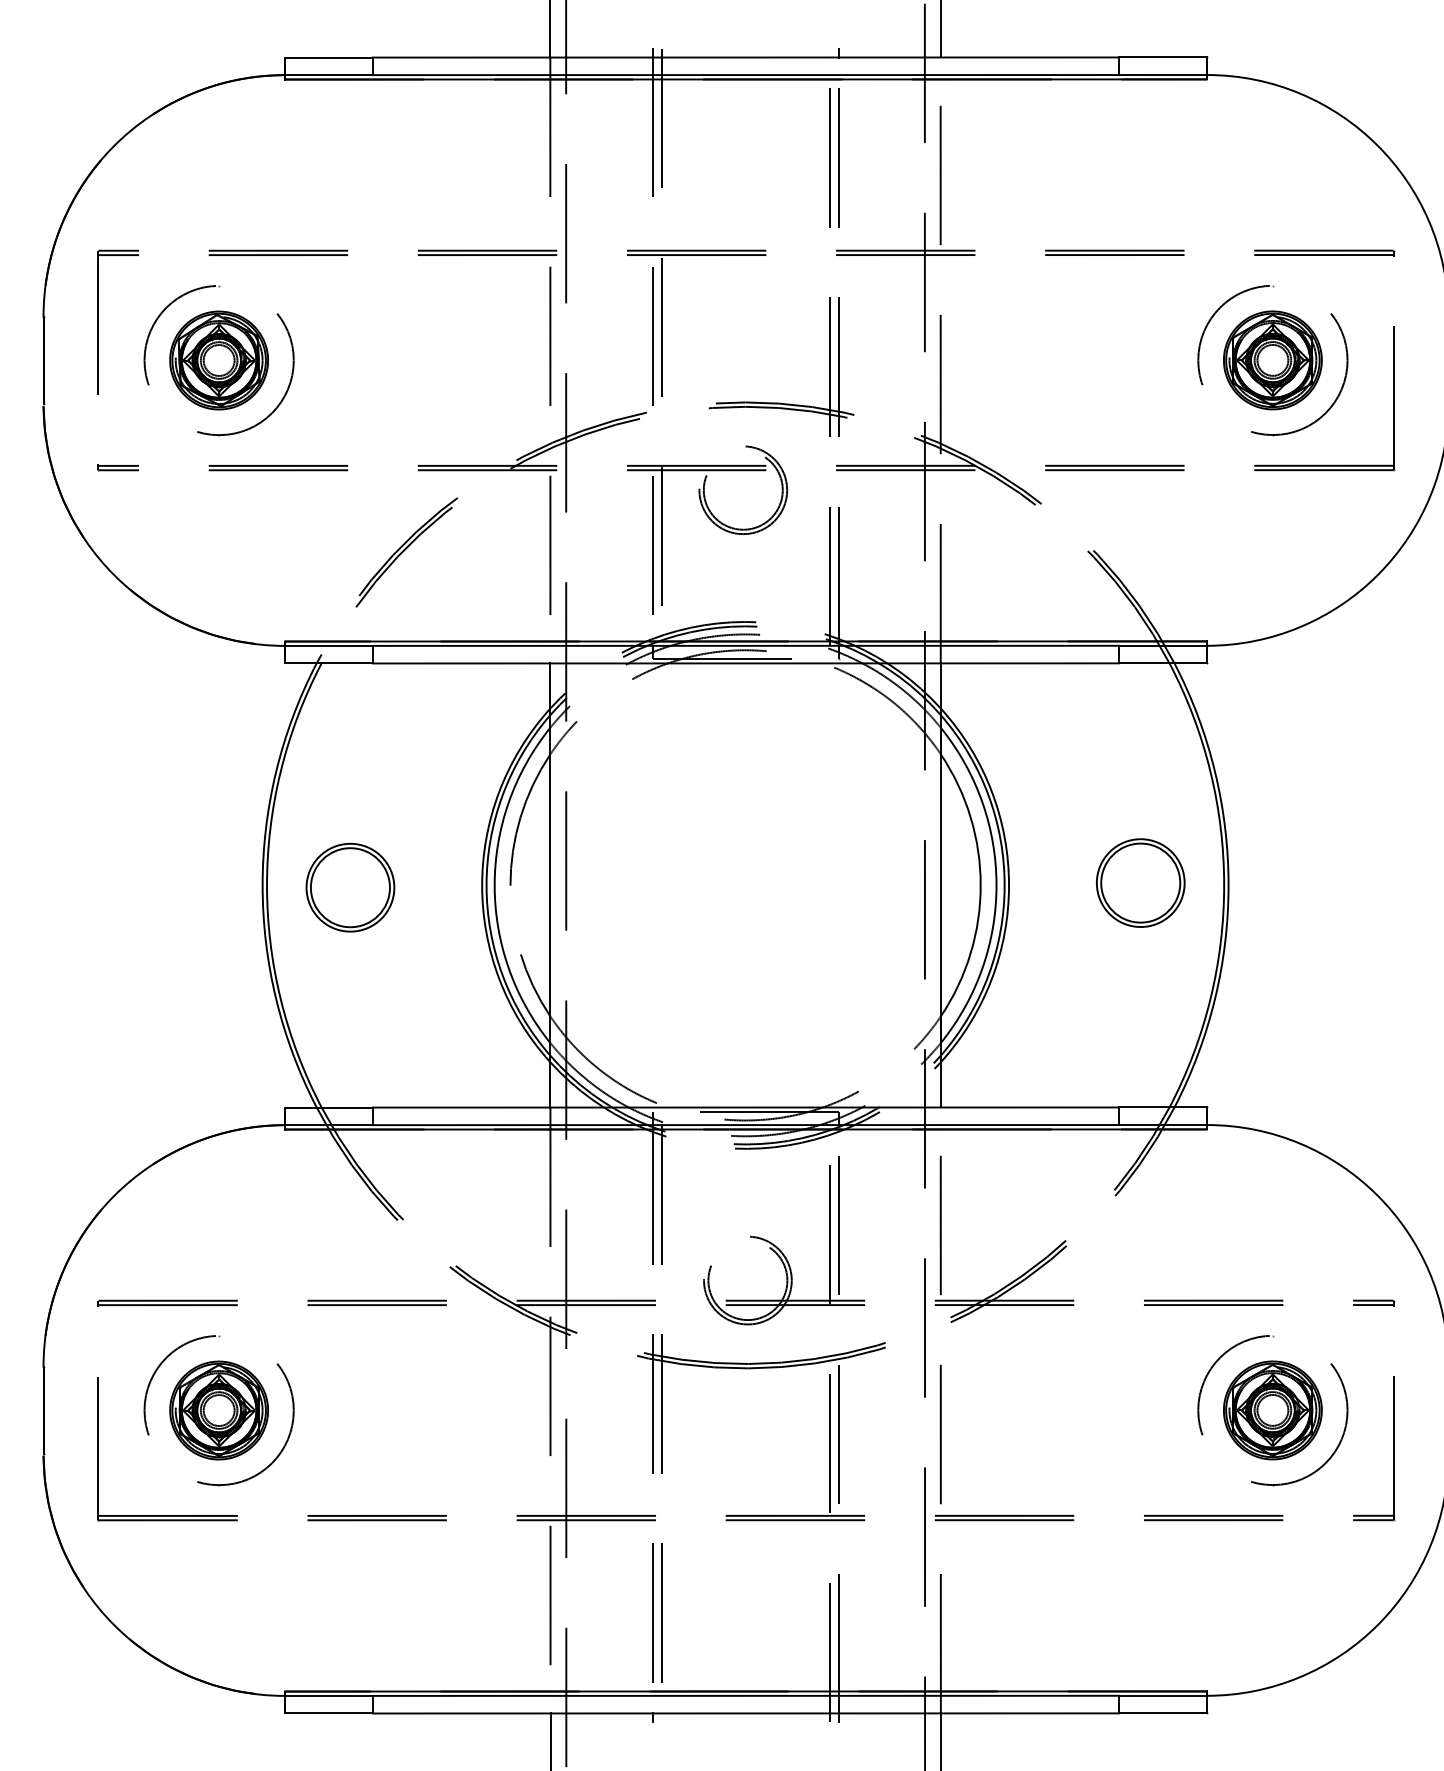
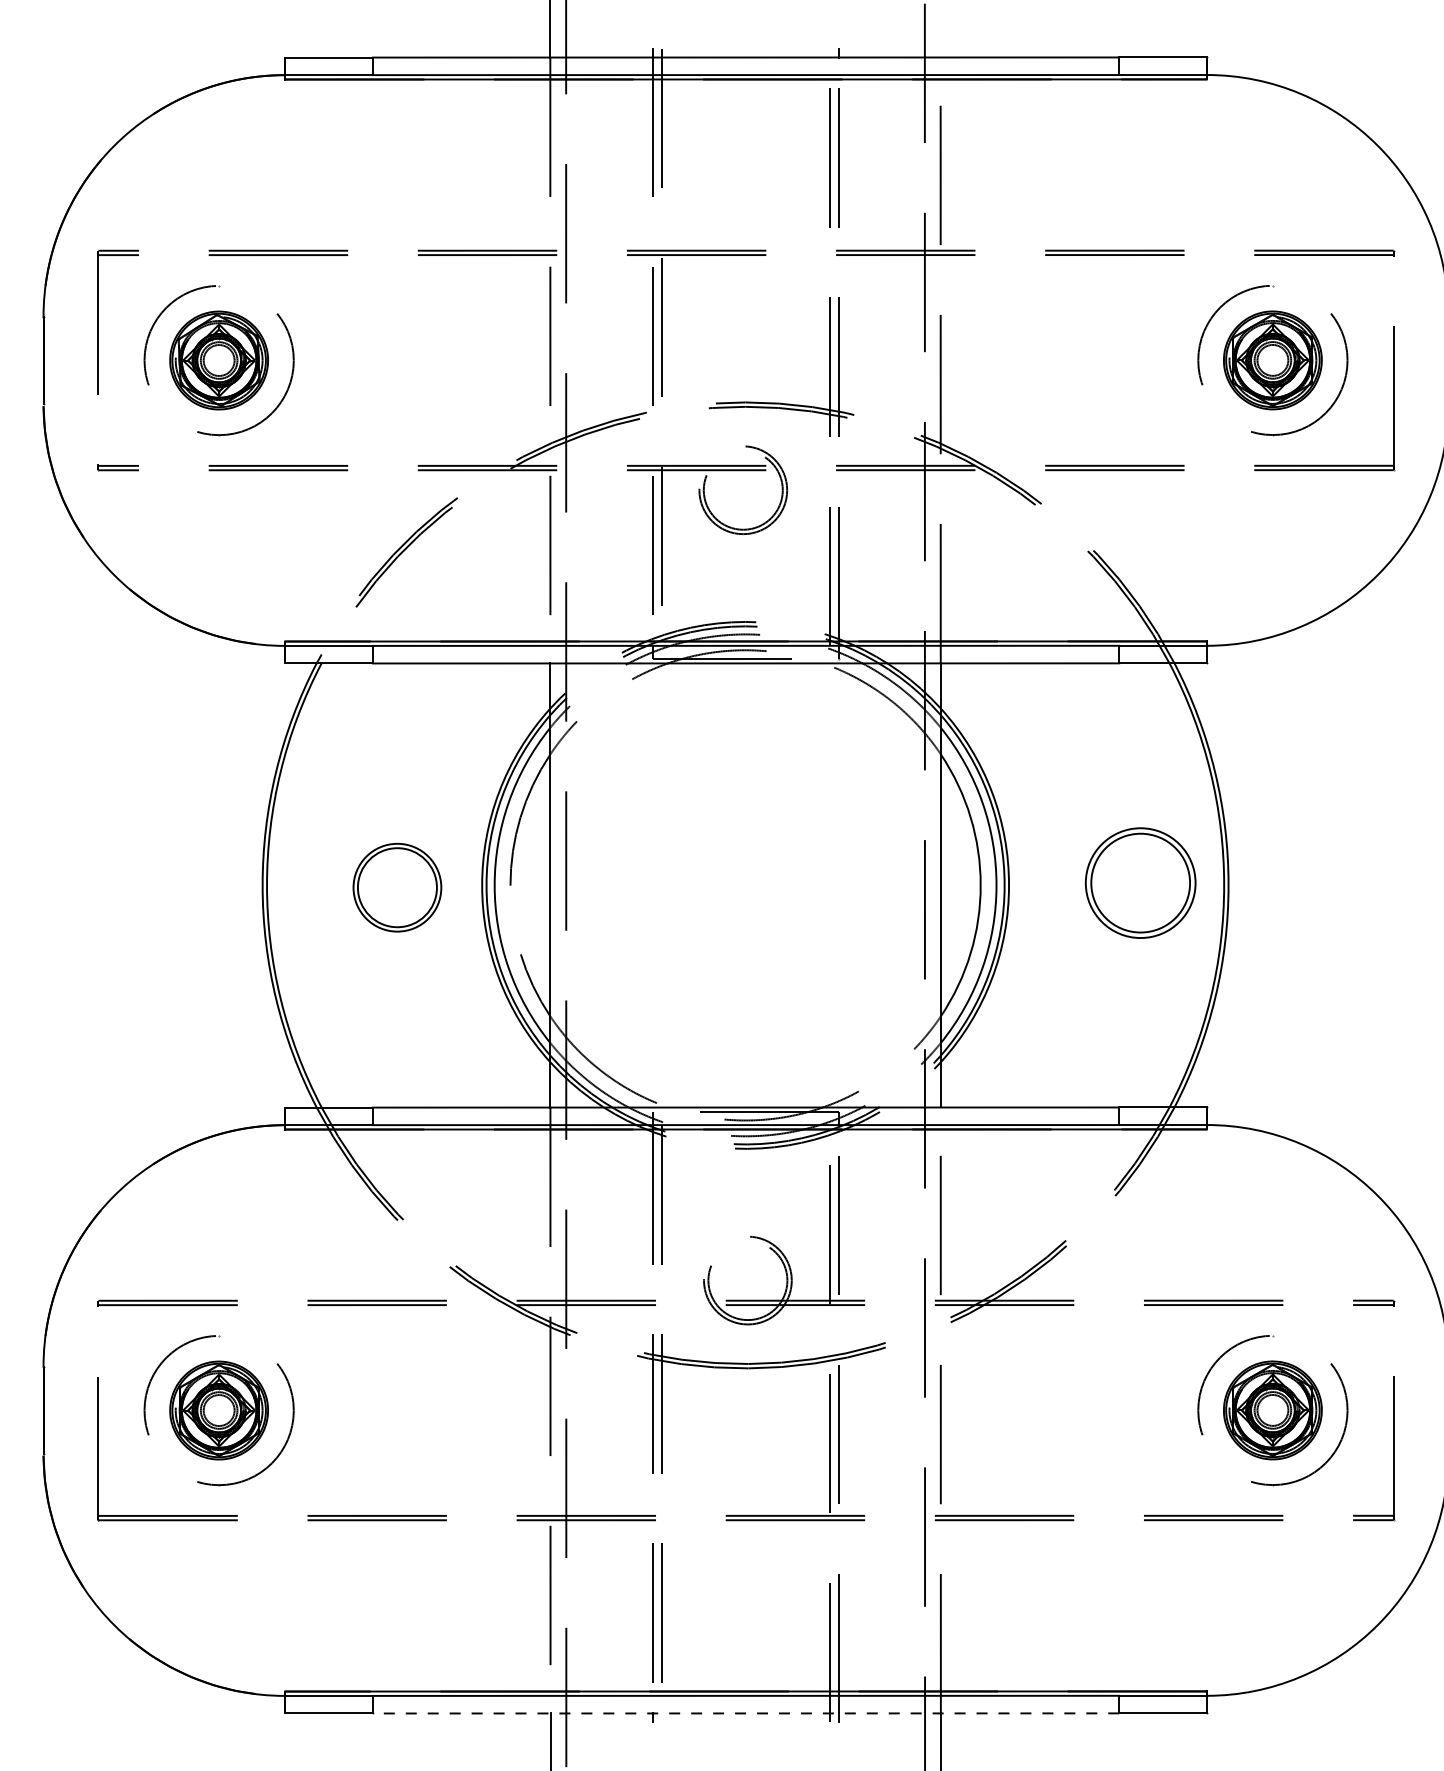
line at (940, 29): present -> none
part at (1140, 882) size: 90x90 px -> 113x112 px
part at (350, 887) position: (350, 887) -> (397, 887)
line at (745, 1713): solid -> dashed
